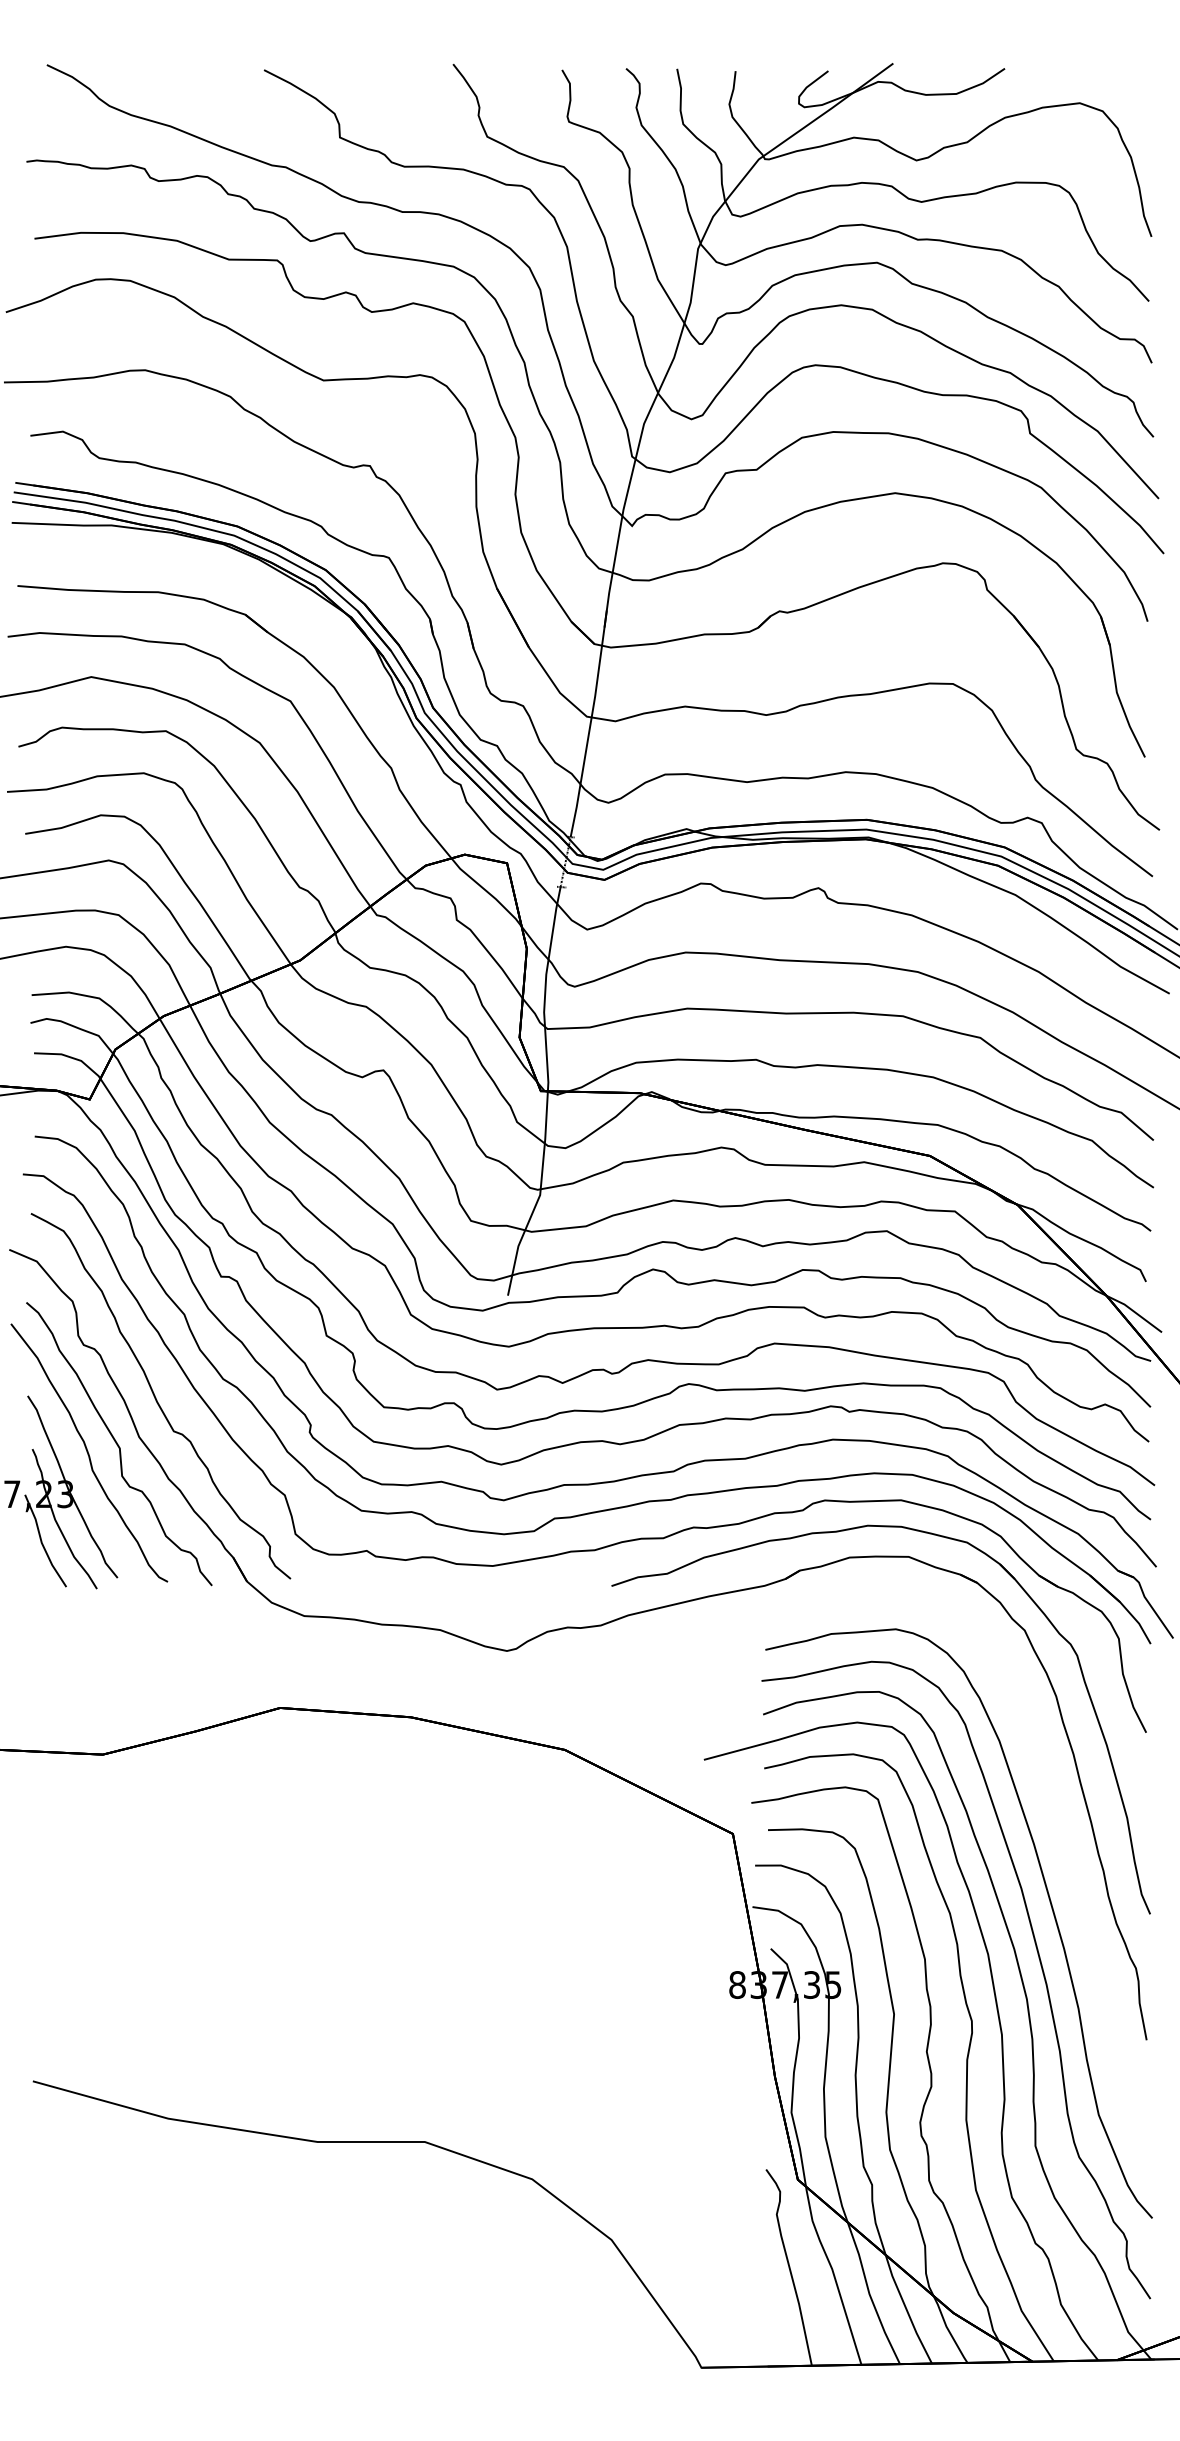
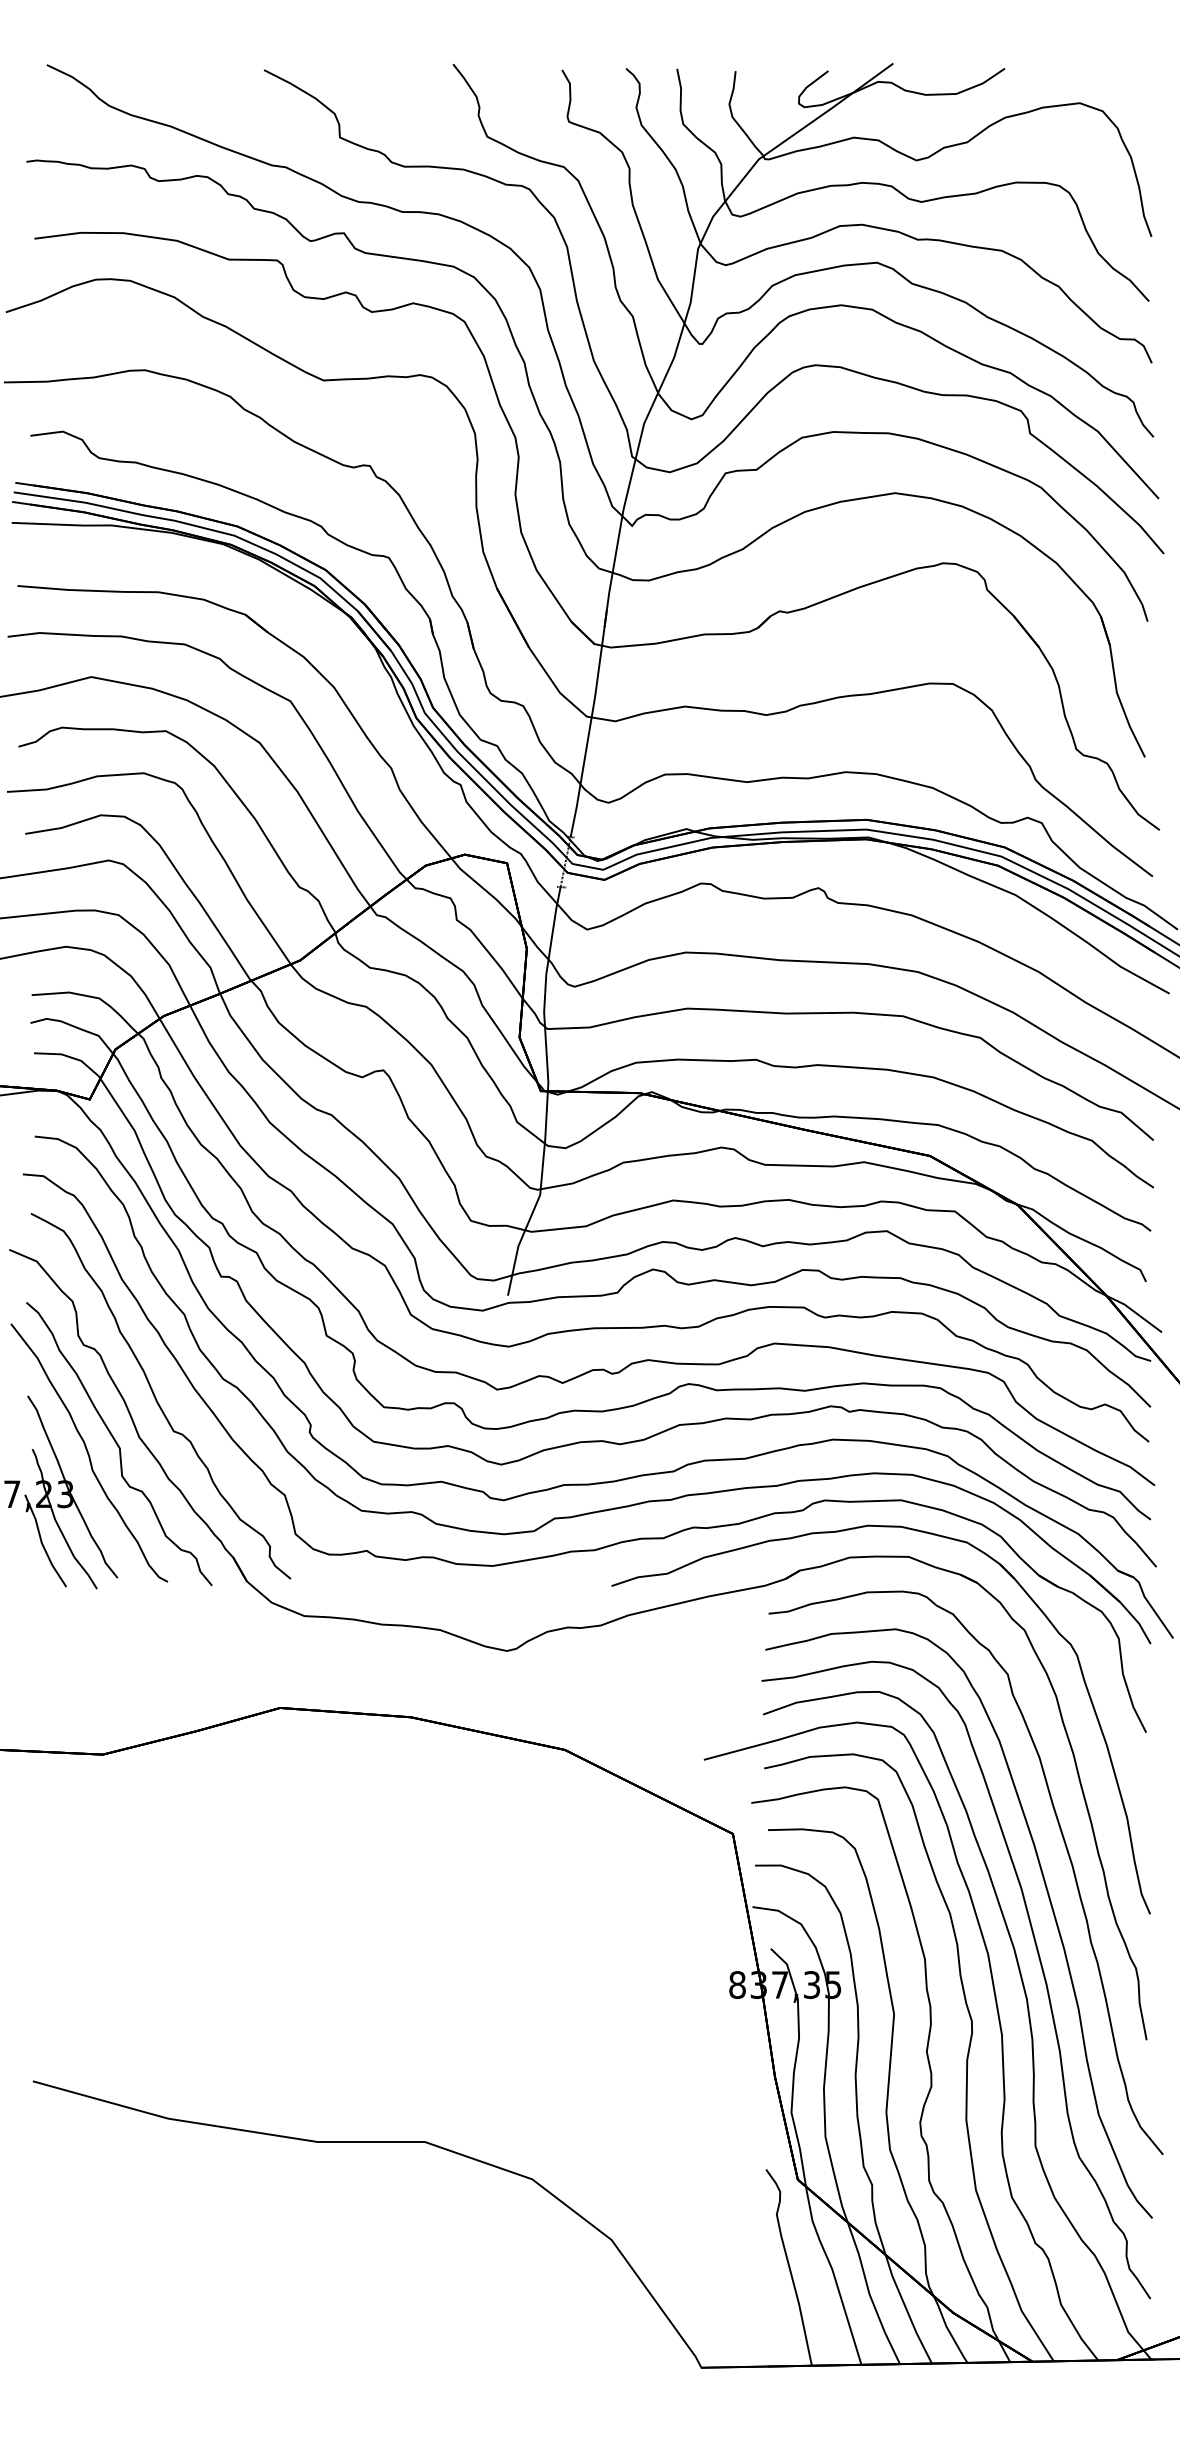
part at (1062, 1838): none -> present
